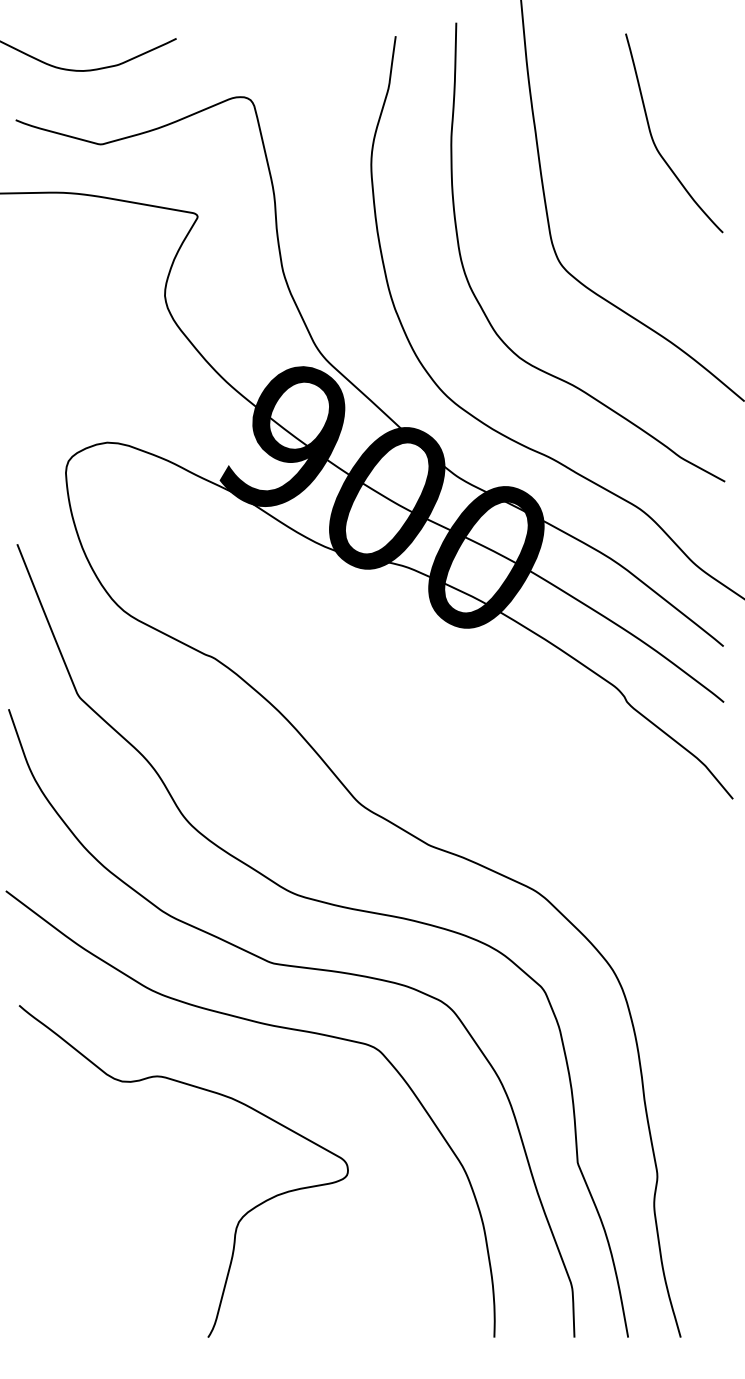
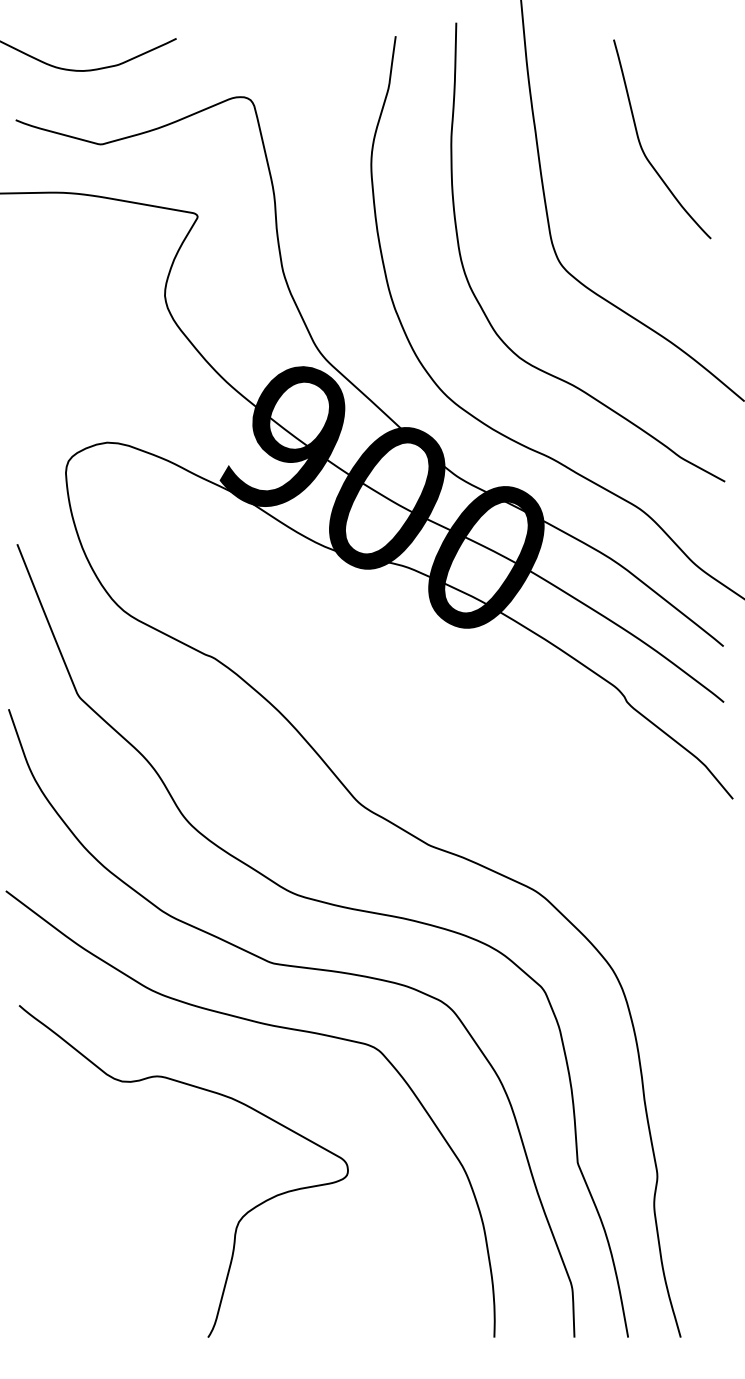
curve at (655, 143) position: (655, 143) -> (643, 149)
